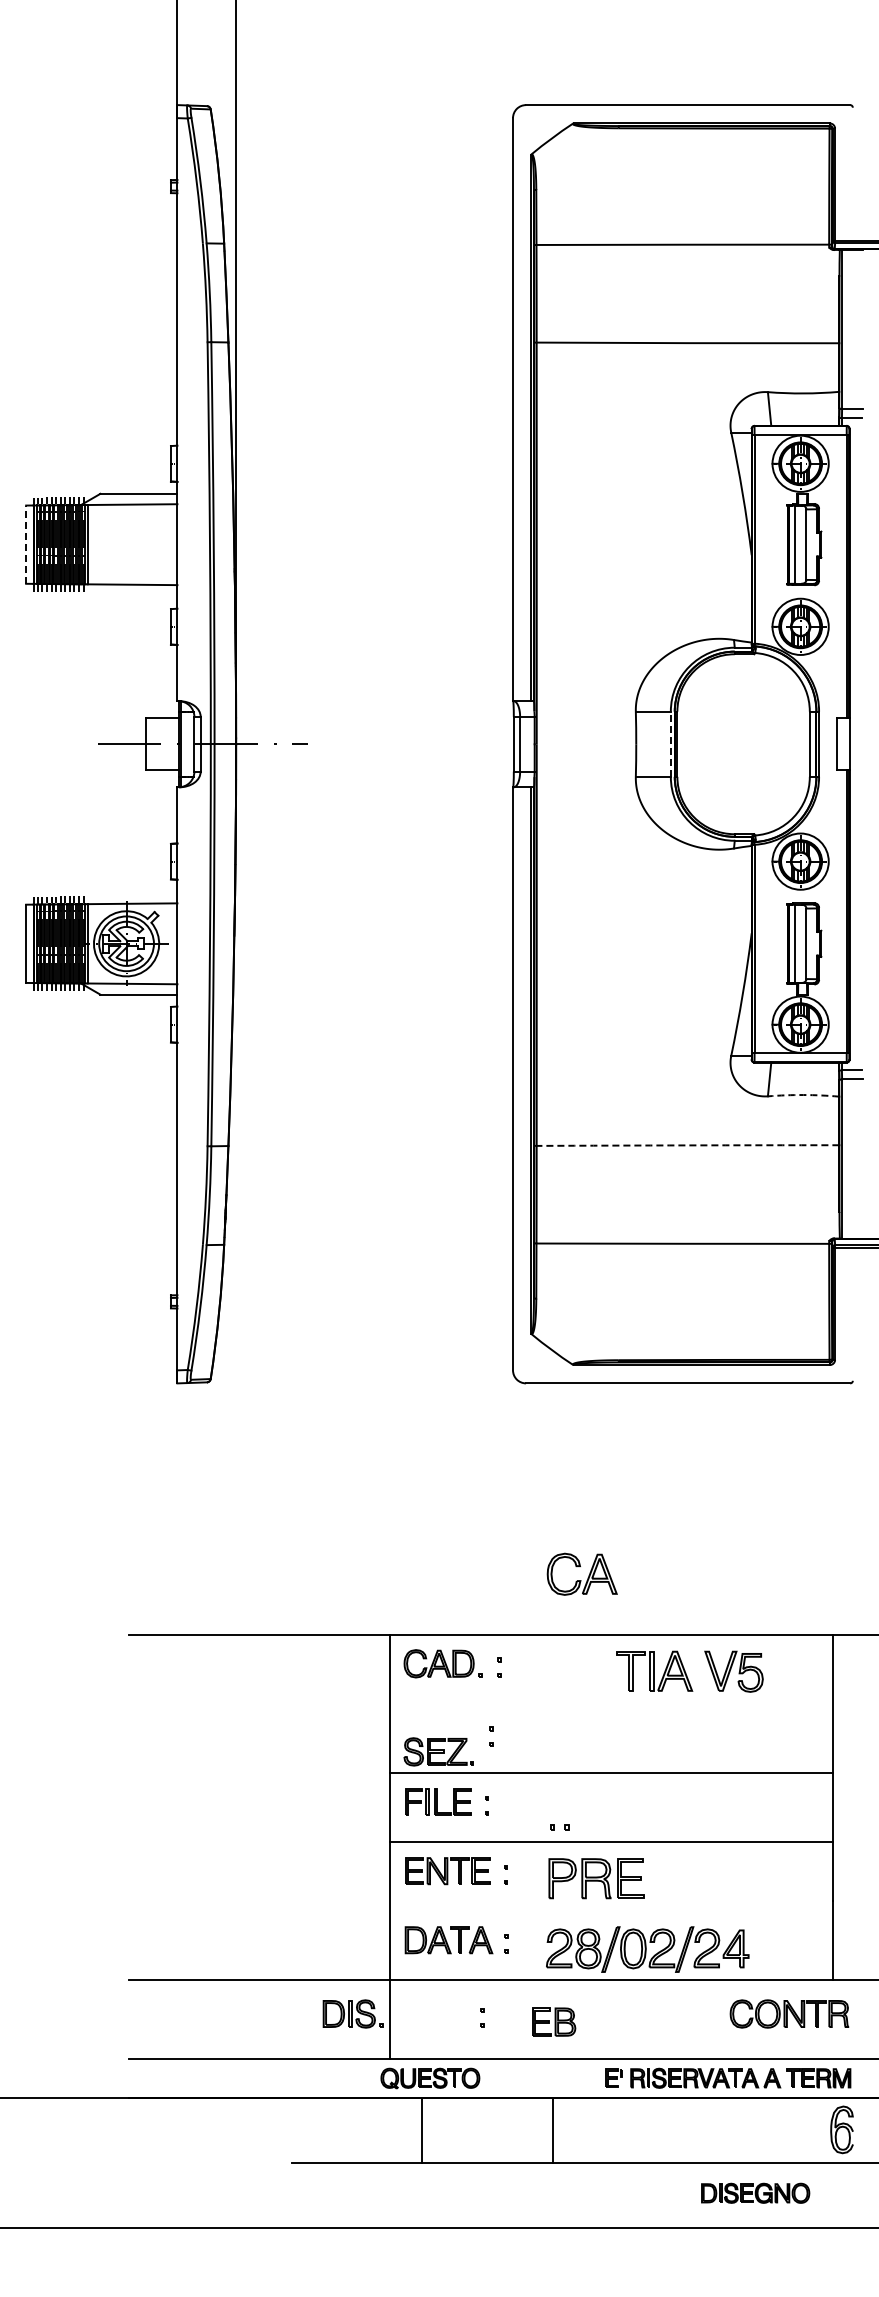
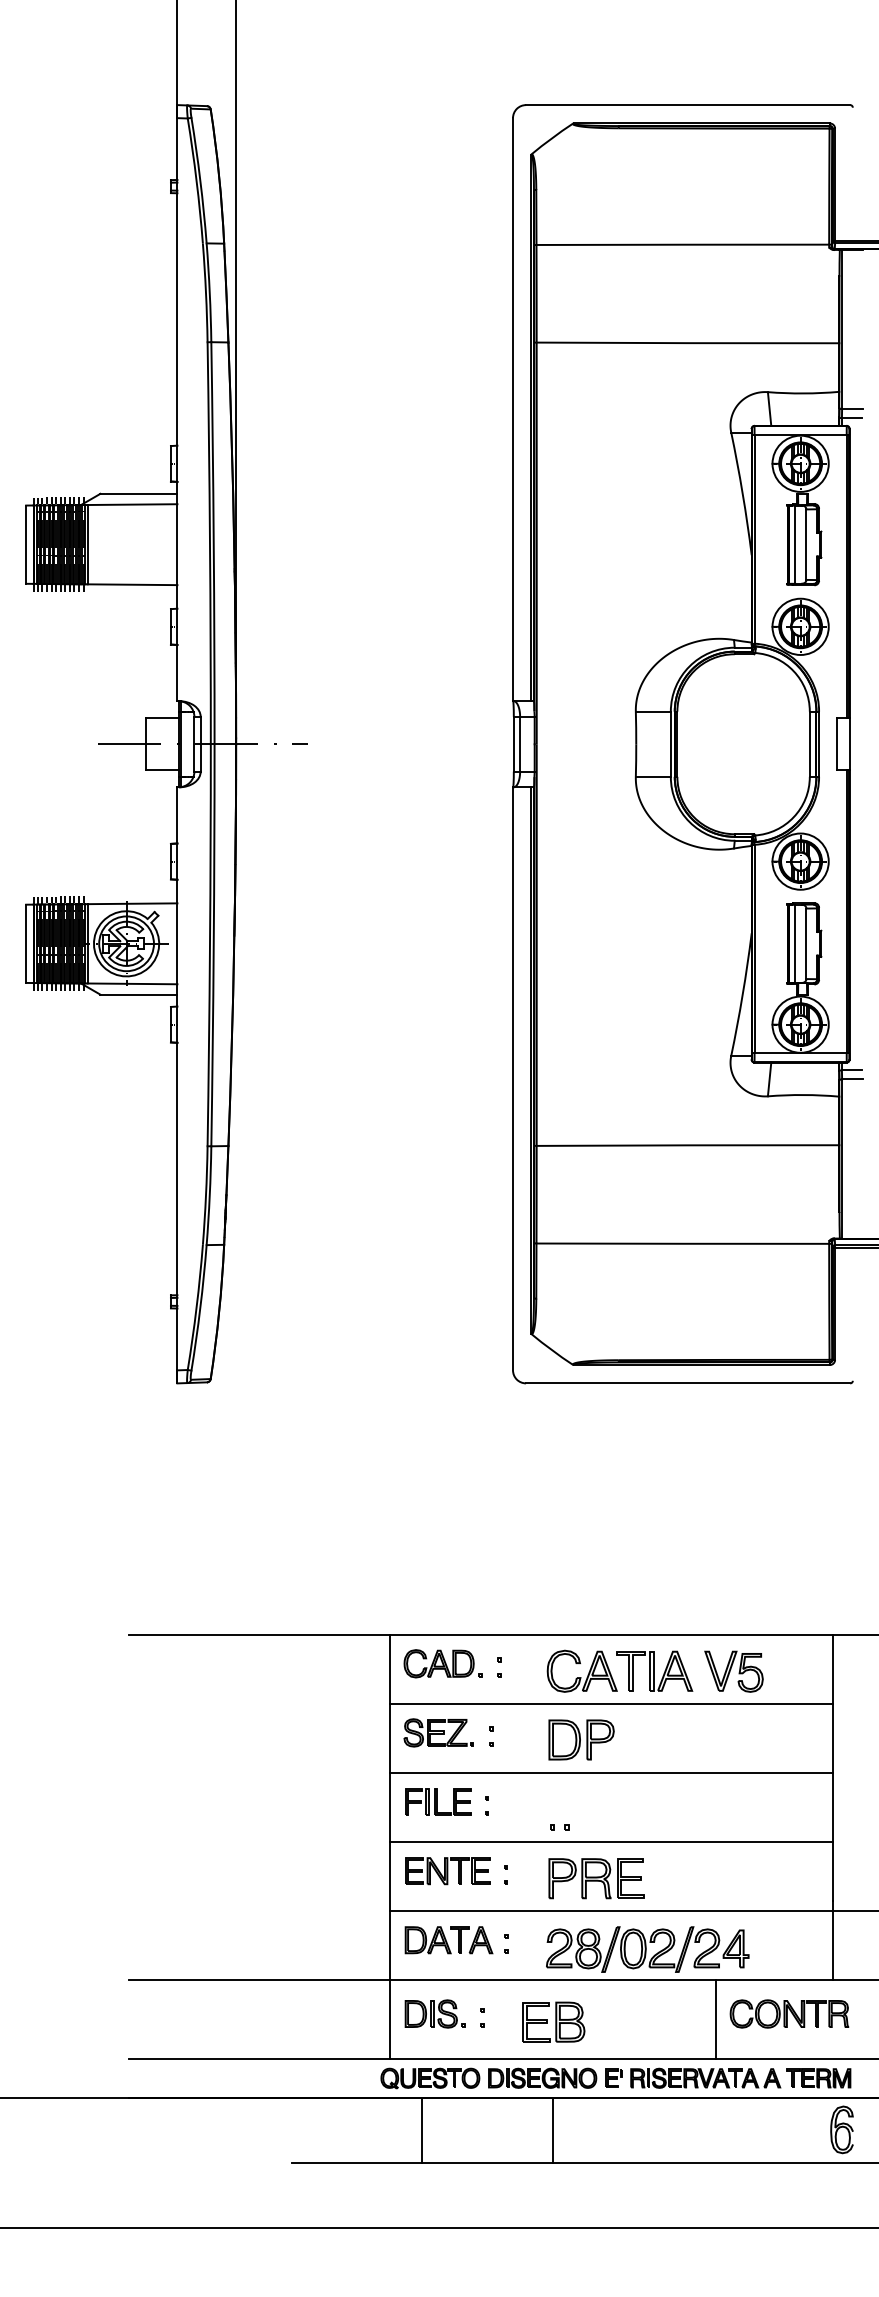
line at (26, 544): dashed -> solid
line at (670, 744): dashed -> solid
arc at (803, 1095): dashed -> solid
arc at (688, 1145): dashed -> solid
part at (580, 1567) position: (580, 1567) -> (580, 1664)
line at (611, 1703): none -> present
part at (581, 1739): none -> present
part at (438, 1751) position: (438, 1751) -> (438, 1732)
line at (632, 1911): none -> present
part at (352, 2013) position: (352, 2013) -> (434, 2013)
line at (715, 2019): none -> present
part at (554, 2021) size: 45x30 px -> 64x42 px
part at (755, 2192) position: (755, 2192) -> (542, 2077)
